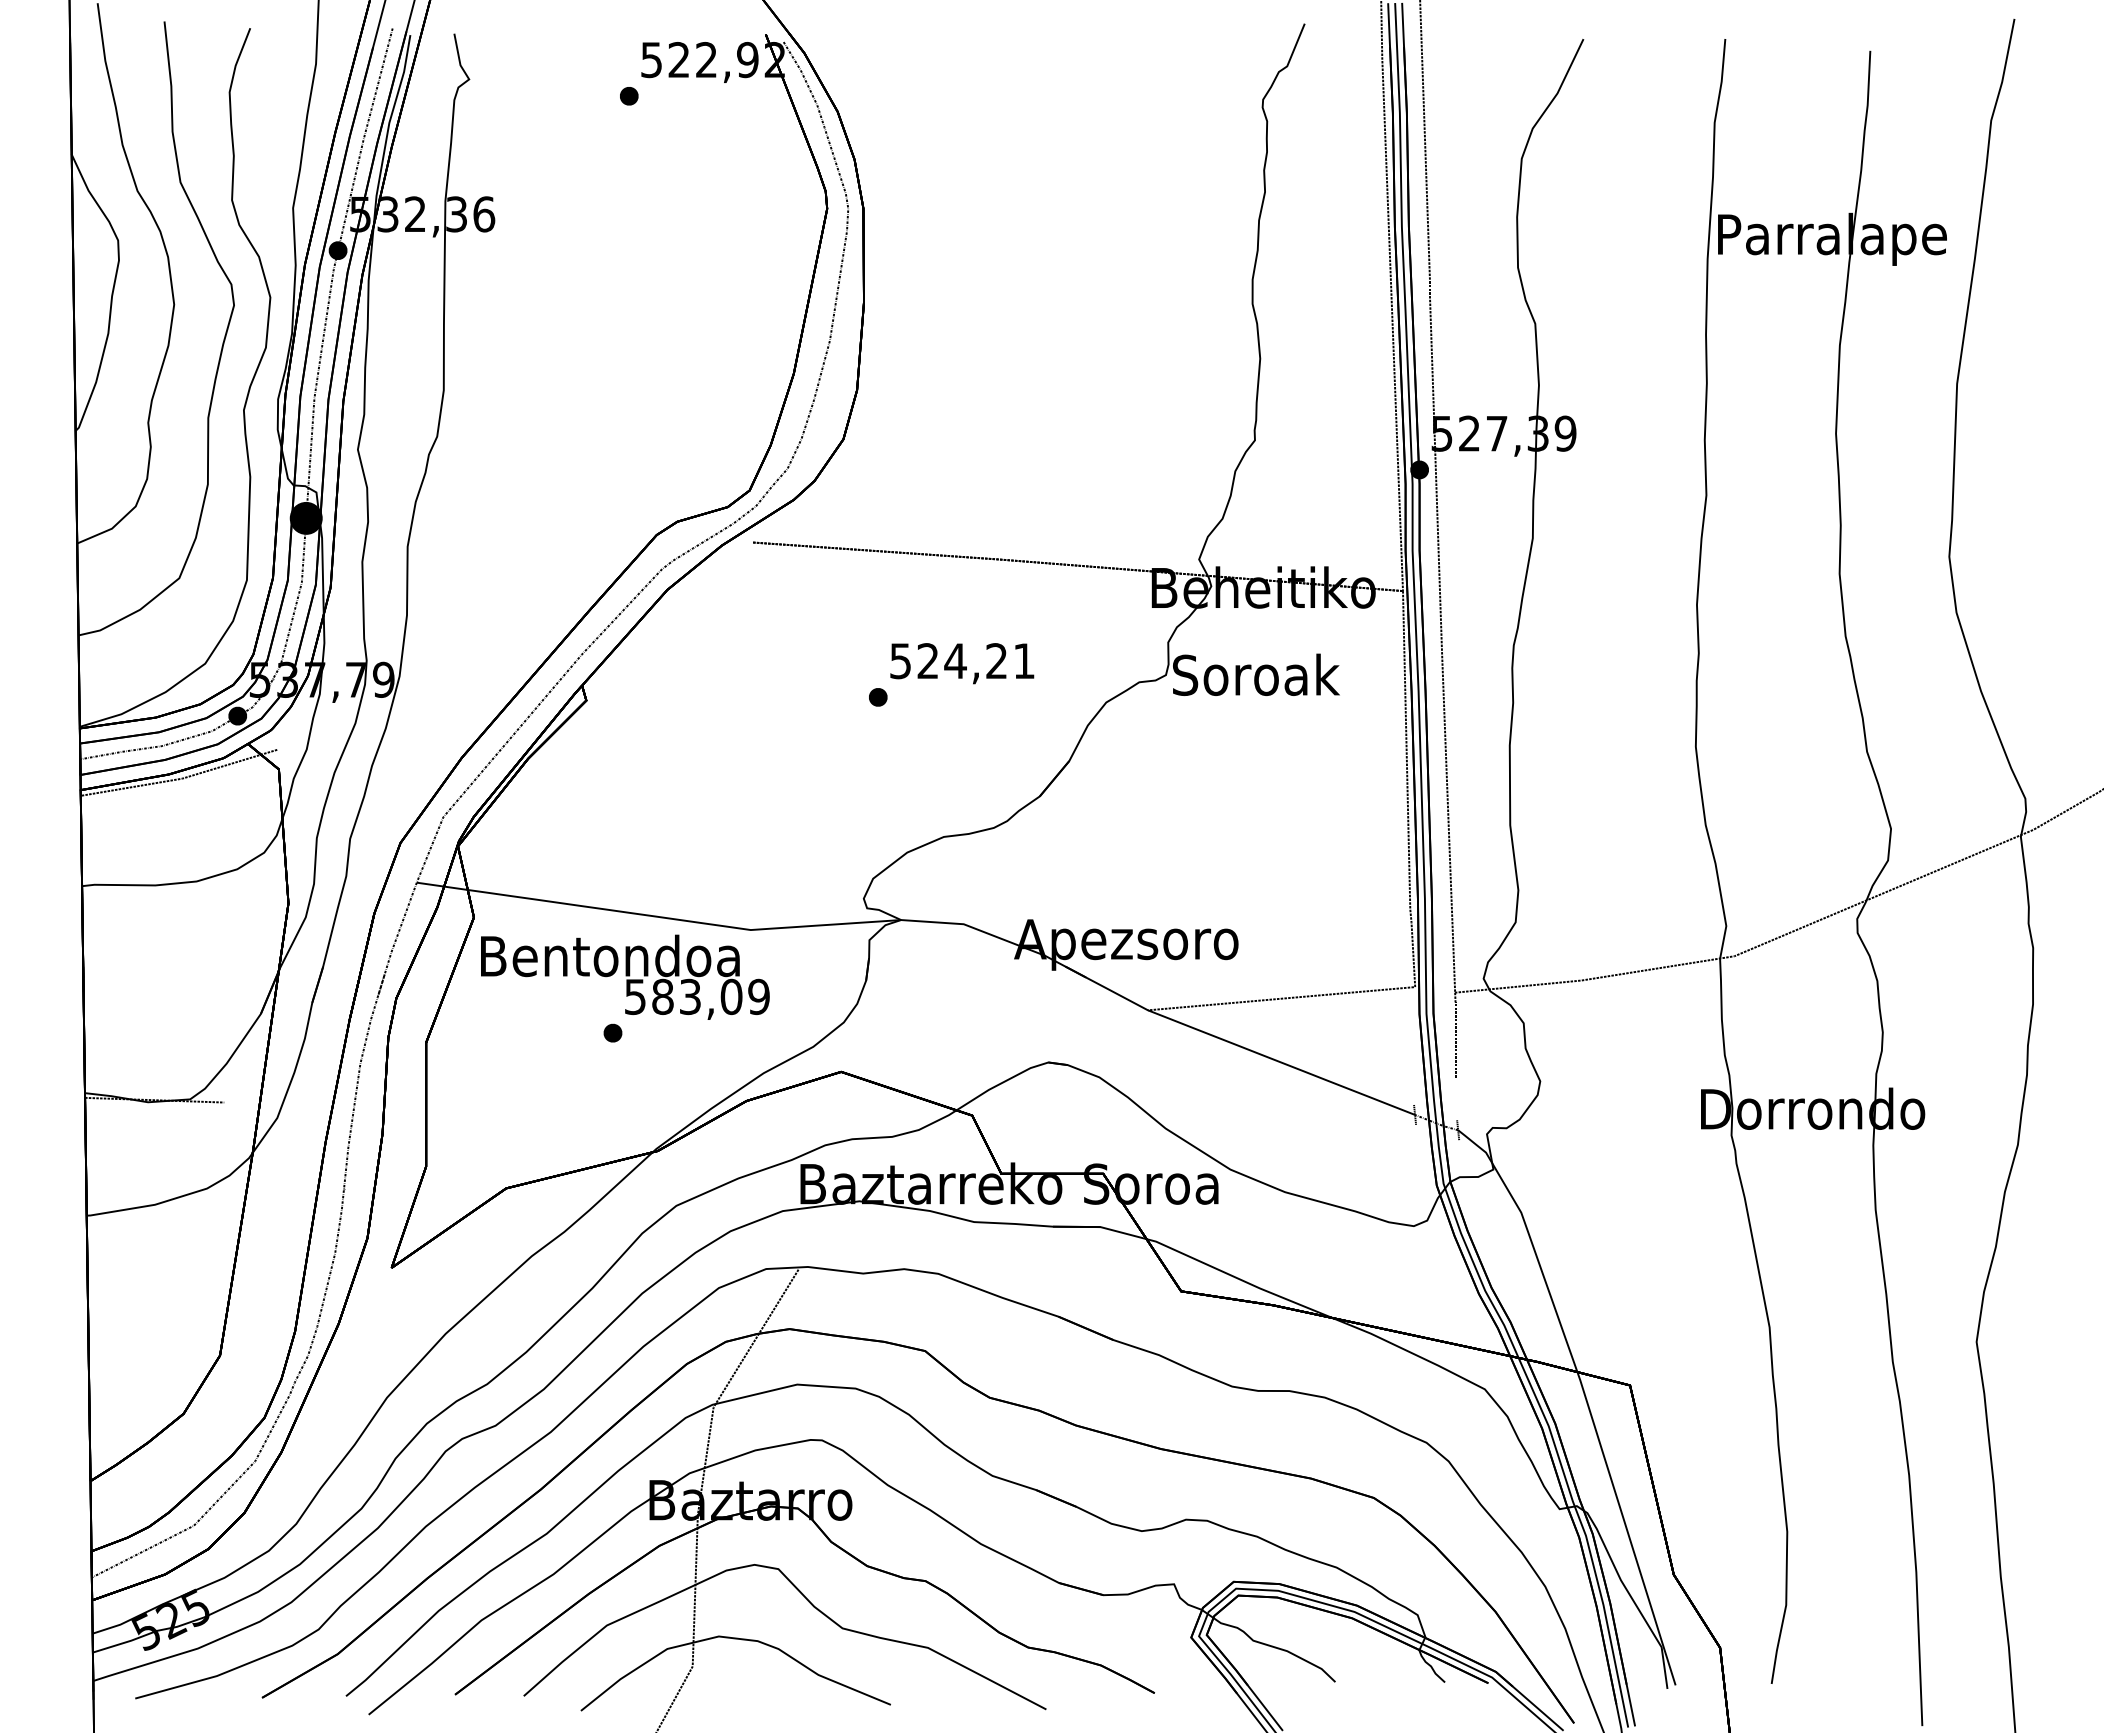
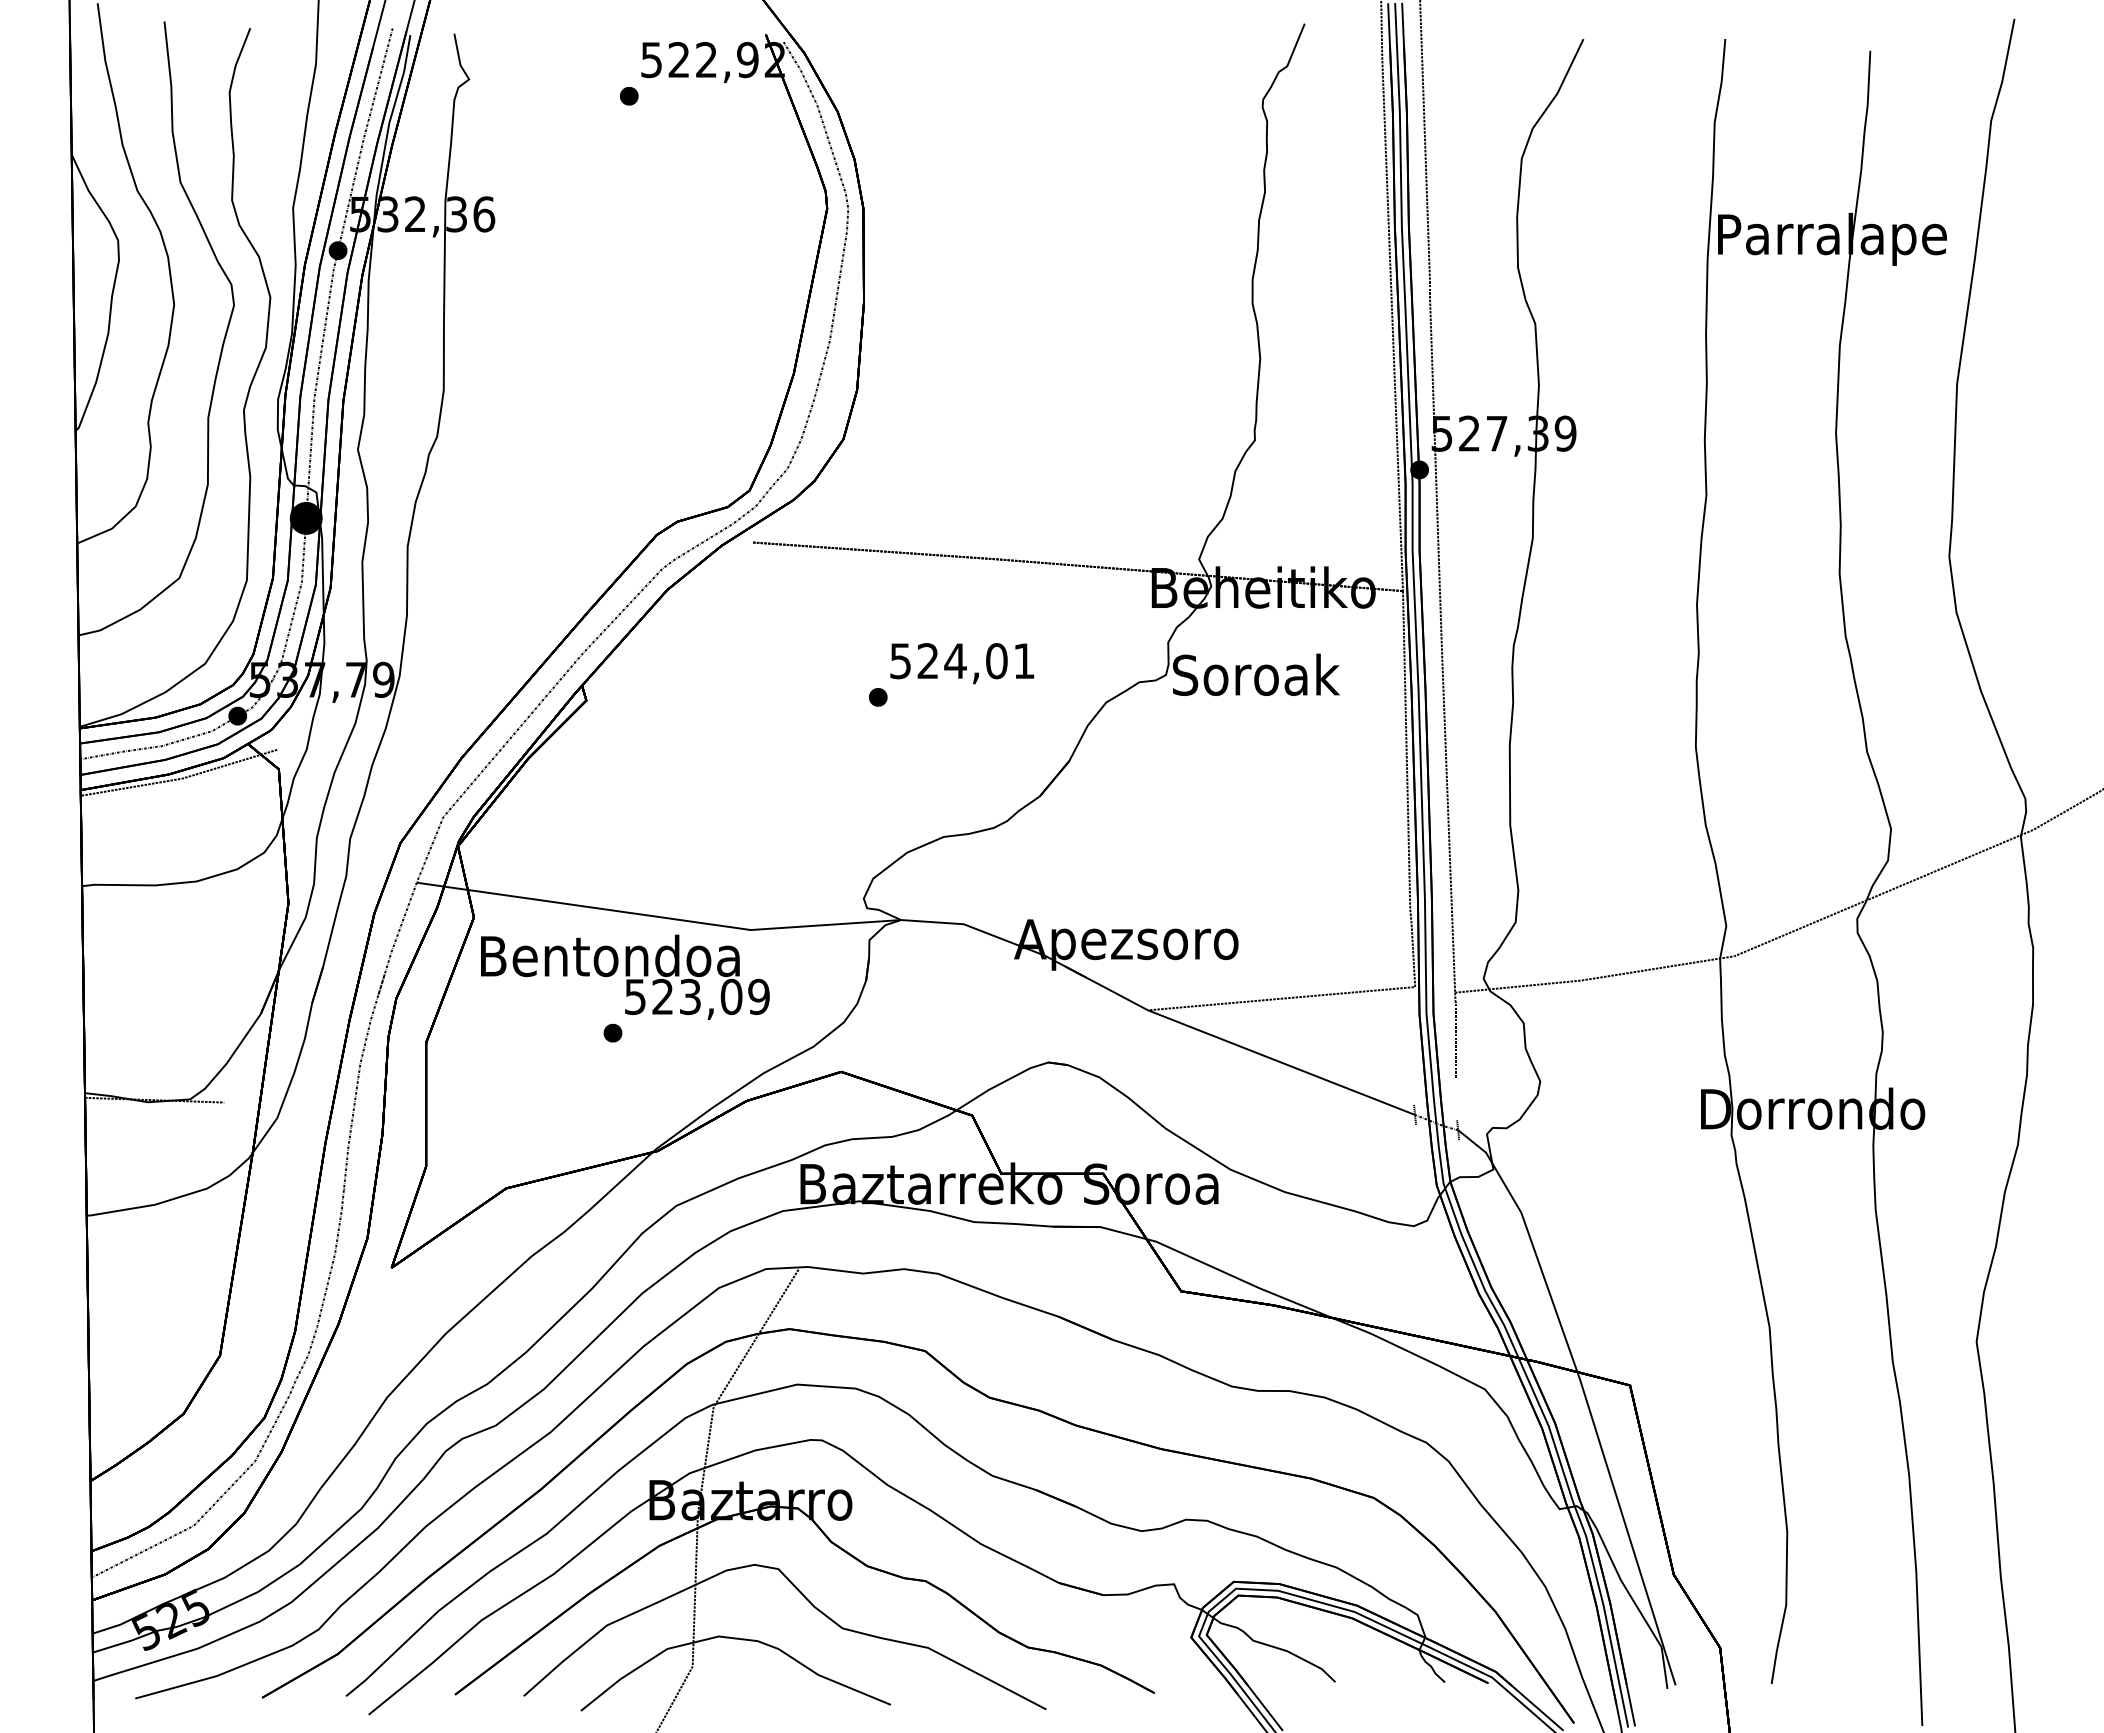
text at (996, 661): 524,21 -> 524,01
text at (662, 996): 583,09 -> 523,09
